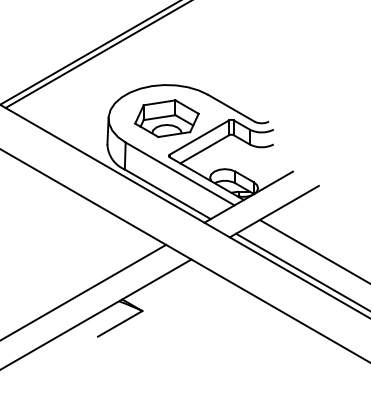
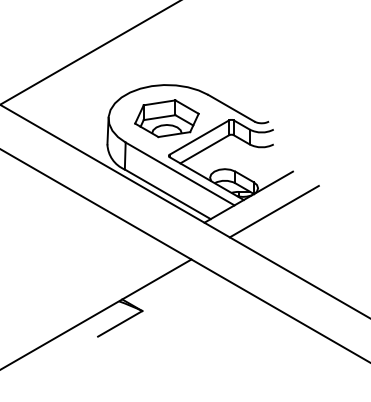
line at (96, 54): present -> none
line at (313, 251): present -> none
line at (301, 271): present -> none
line at (84, 291): present -> none
